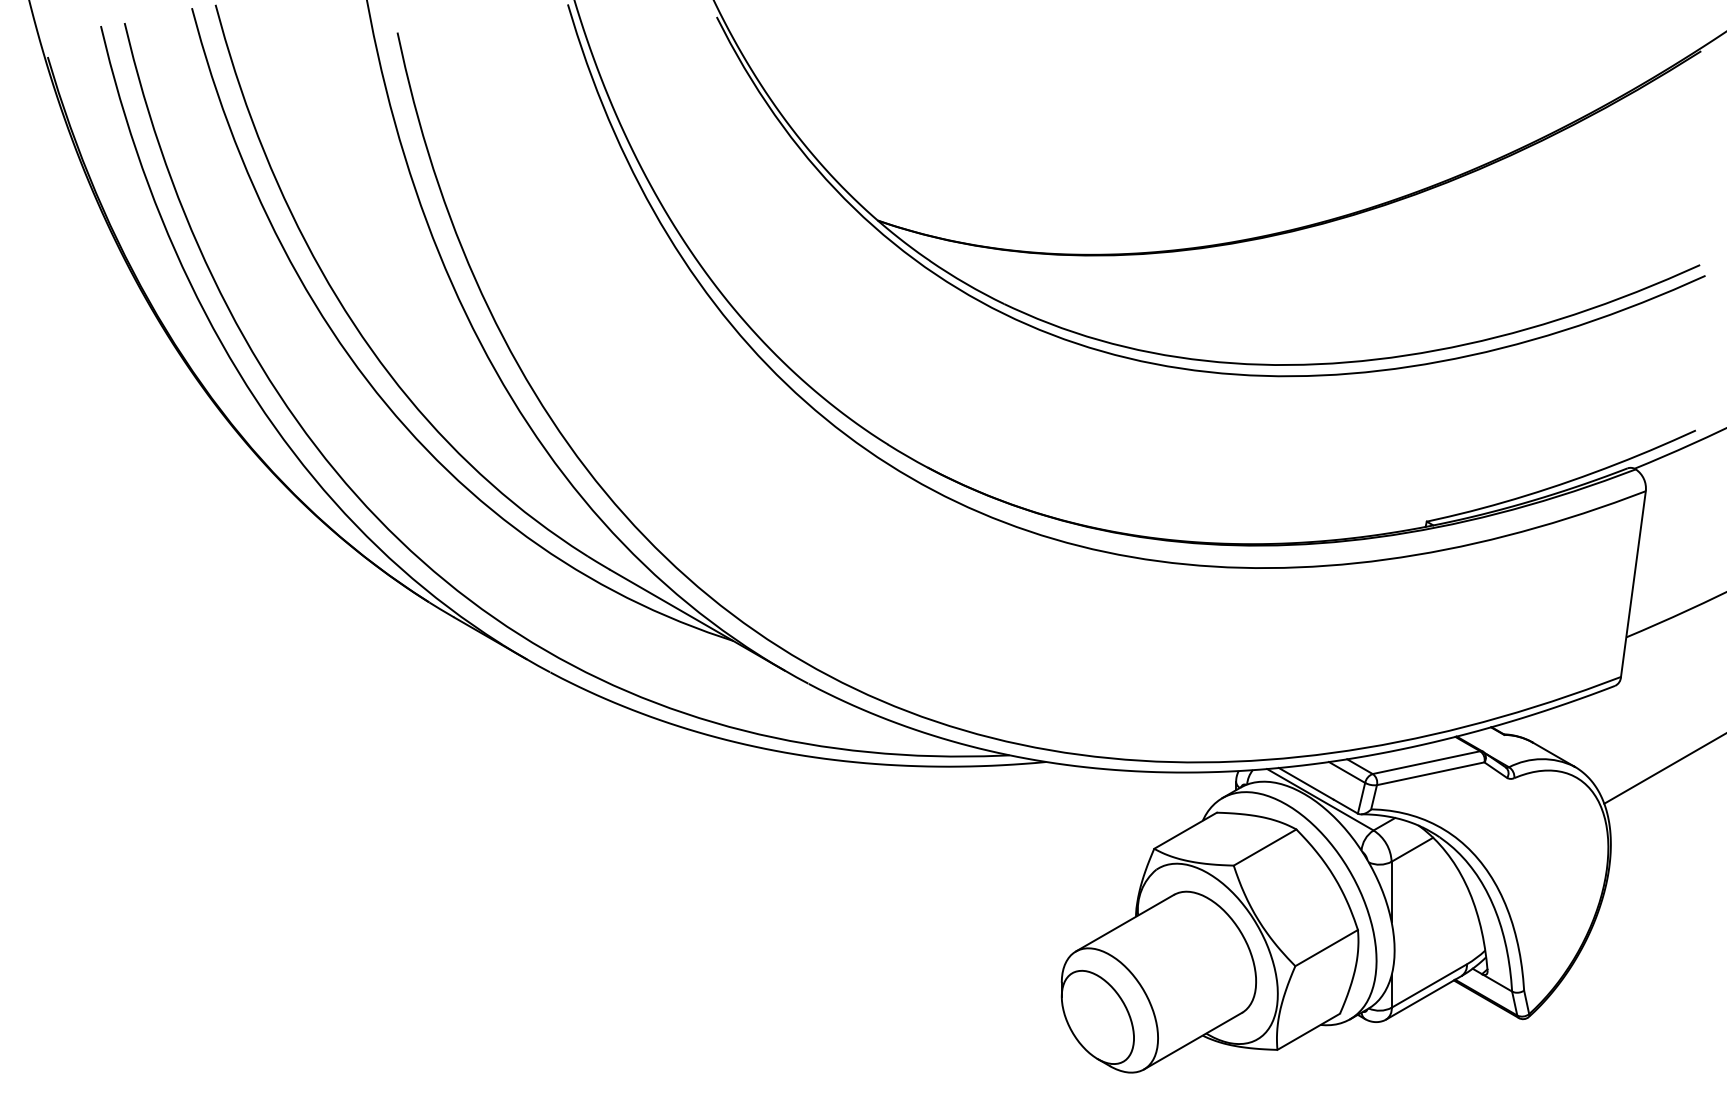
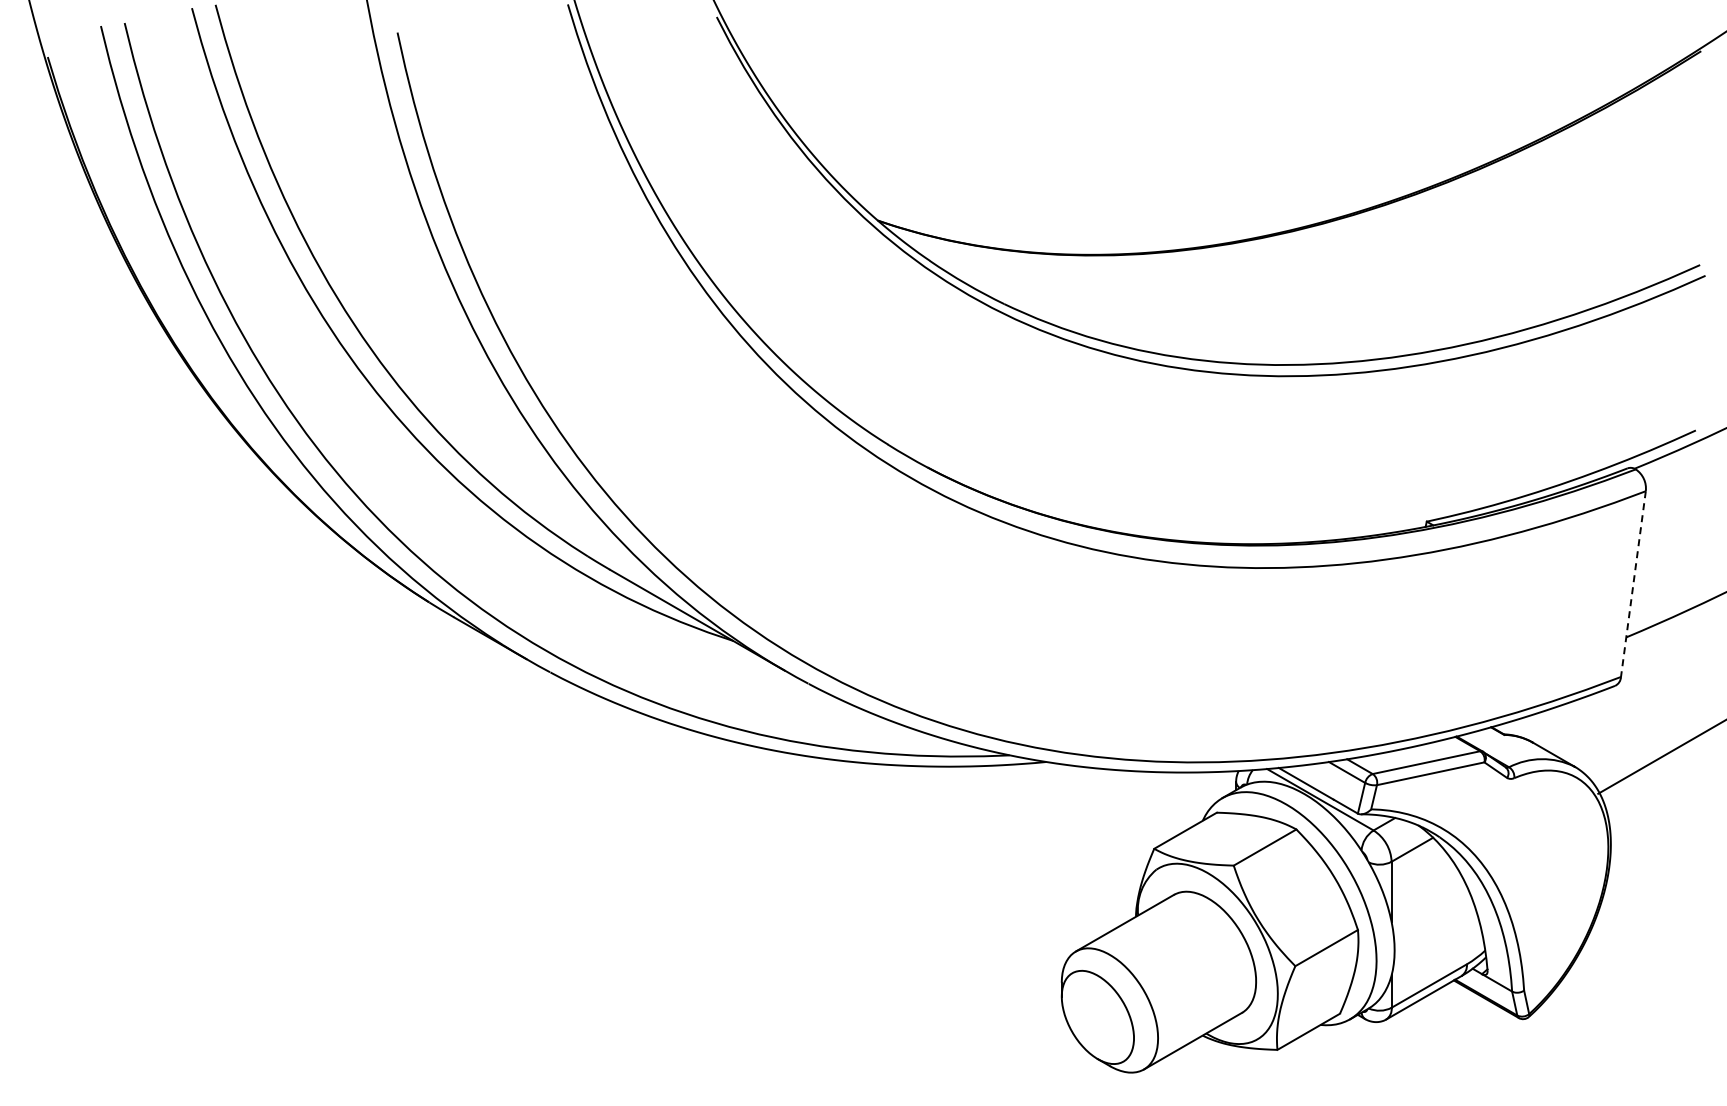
line at (1633, 584): solid -> dashed
line at (1663, 768) position: (1663, 768) -> (1660, 757)
